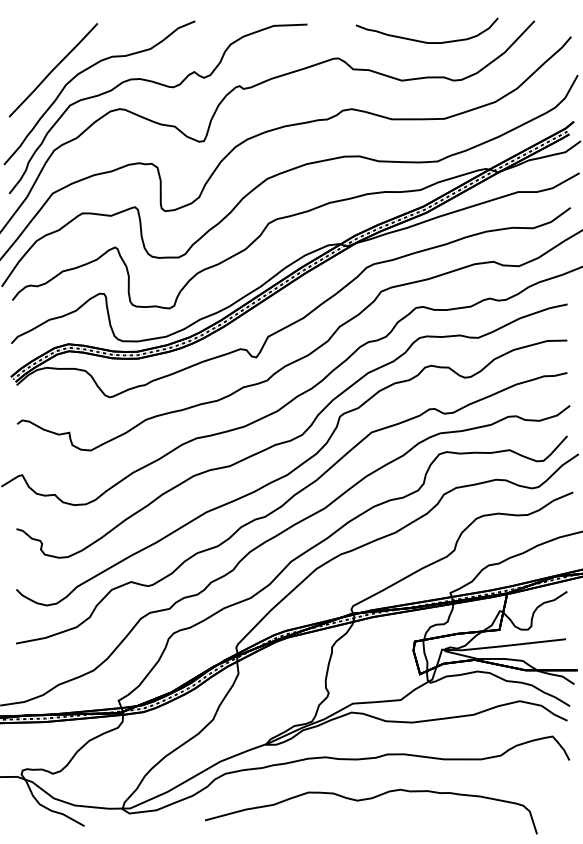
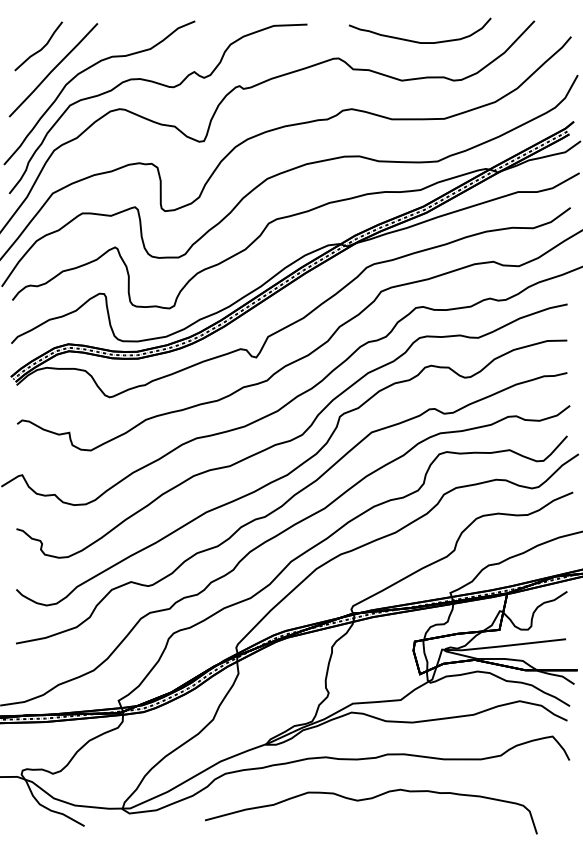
curve at (426, 41) position: (426, 41) -> (419, 41)
curve at (39, 49): none -> present
